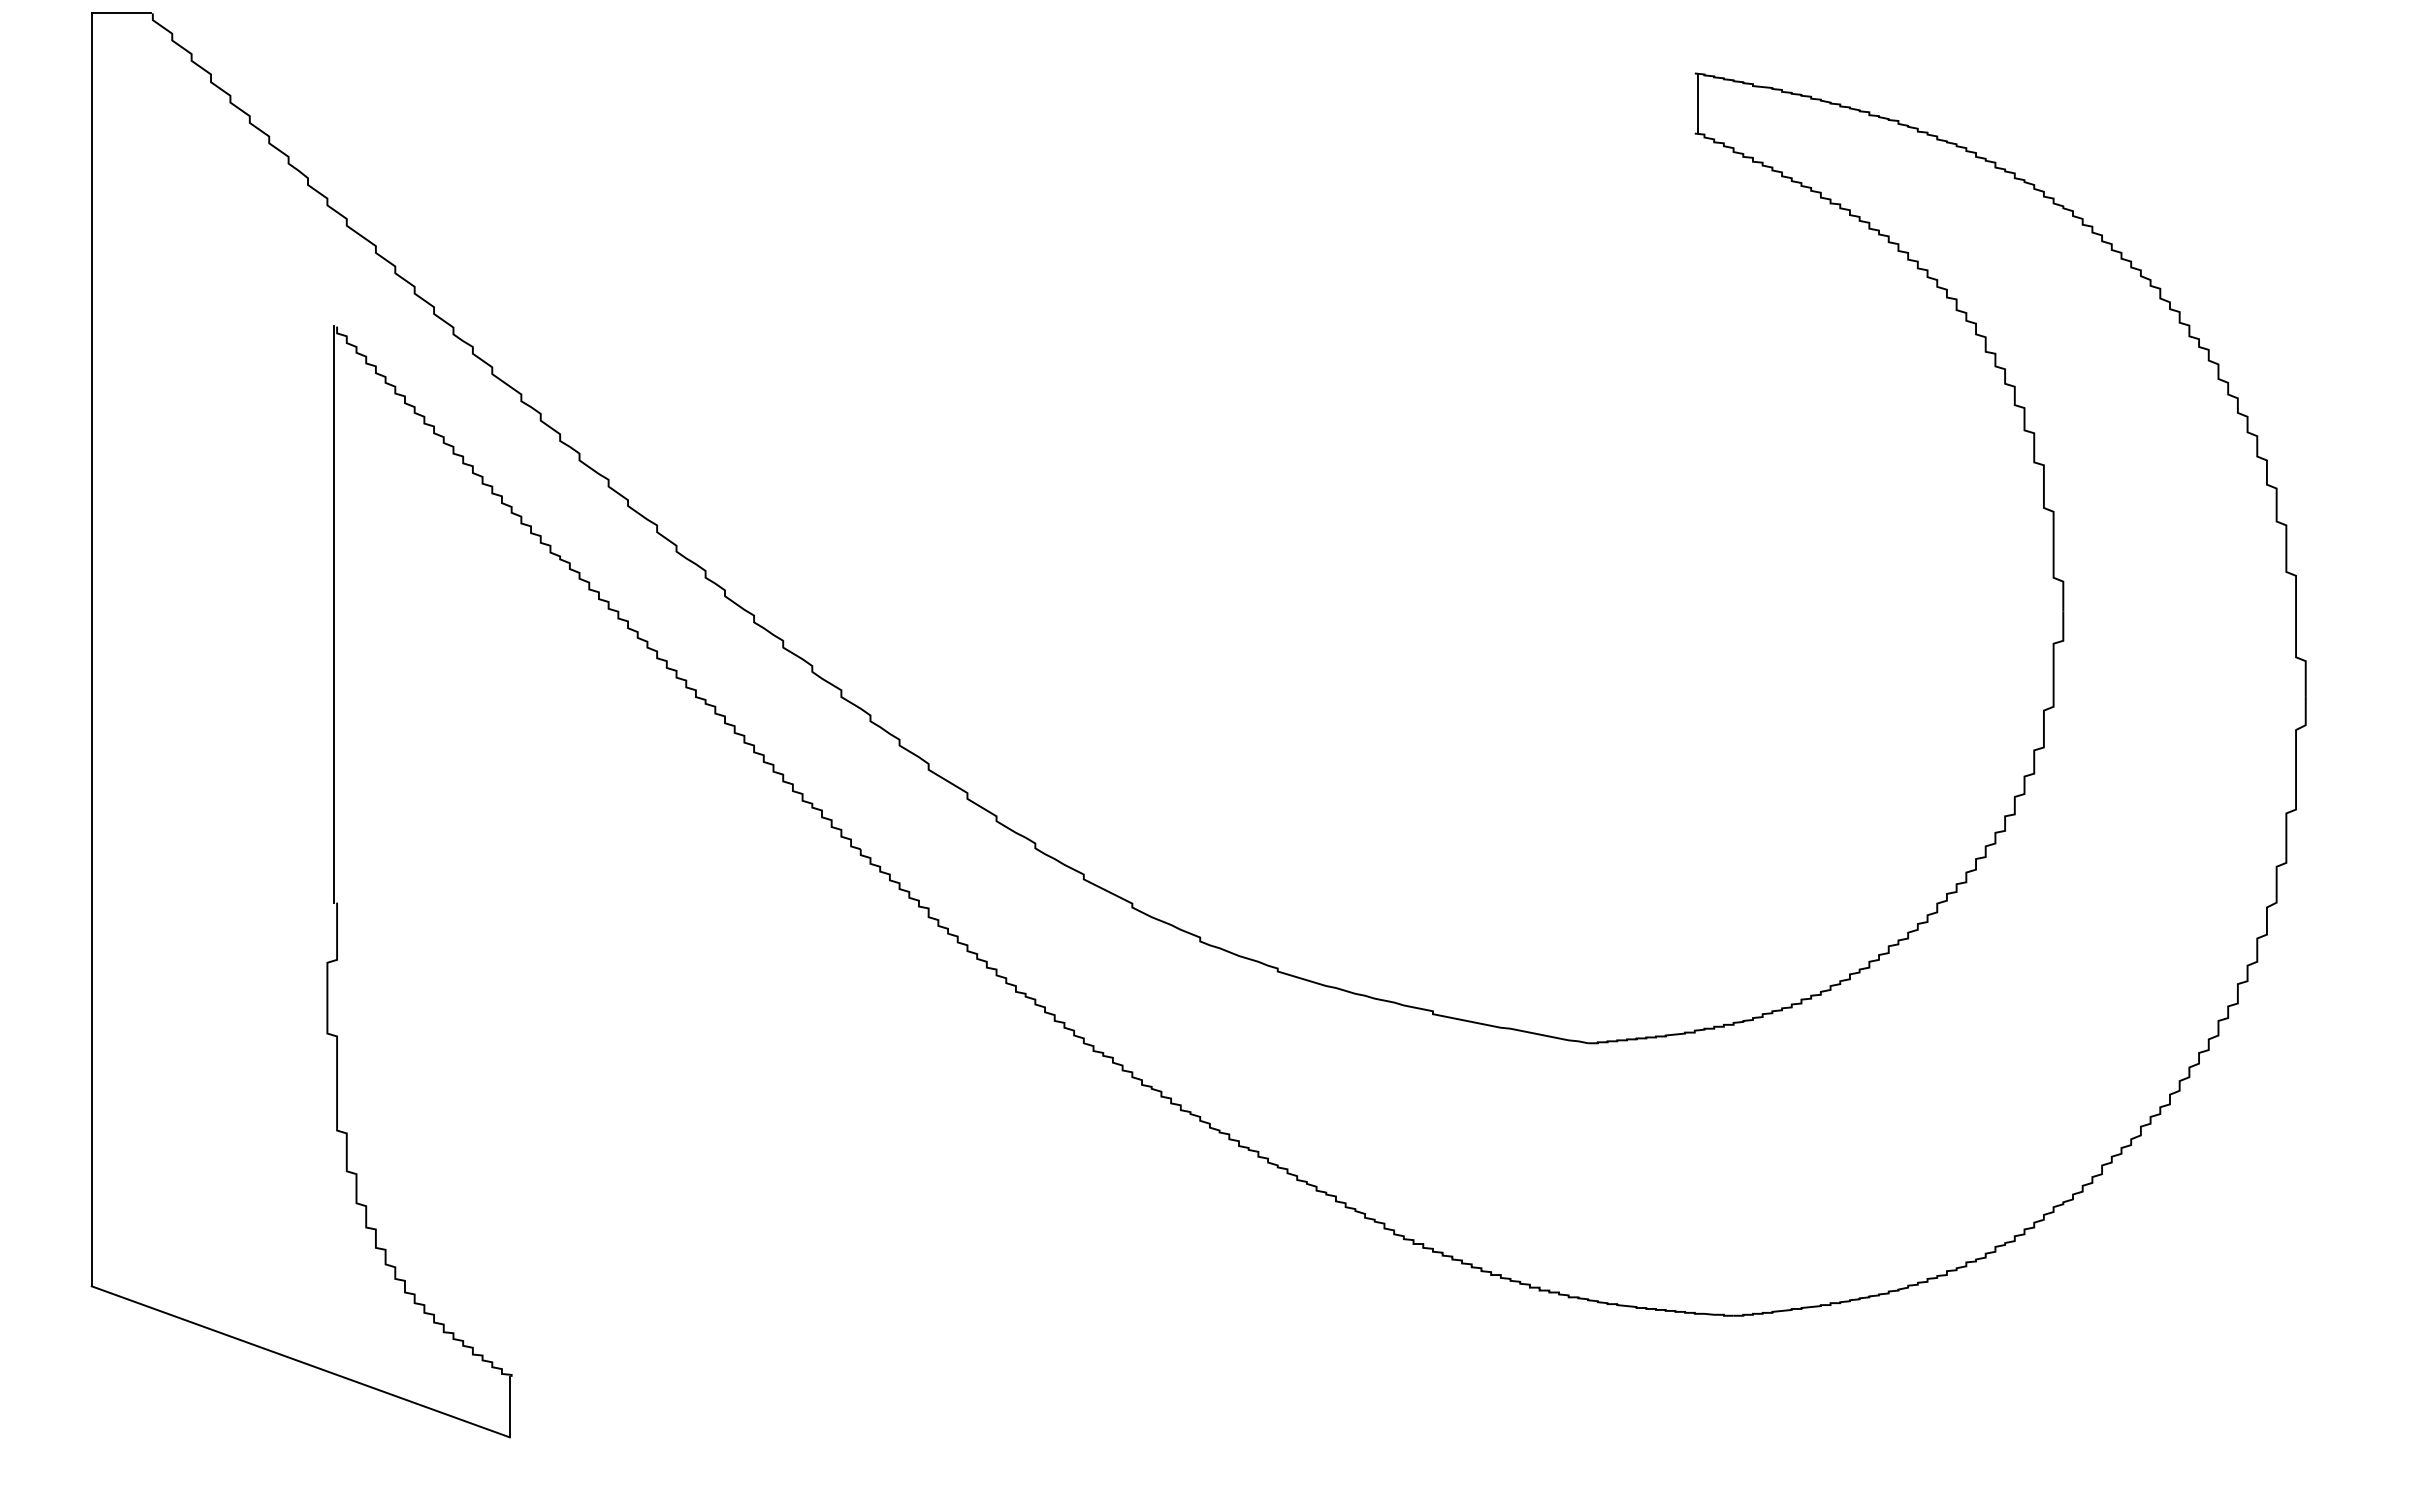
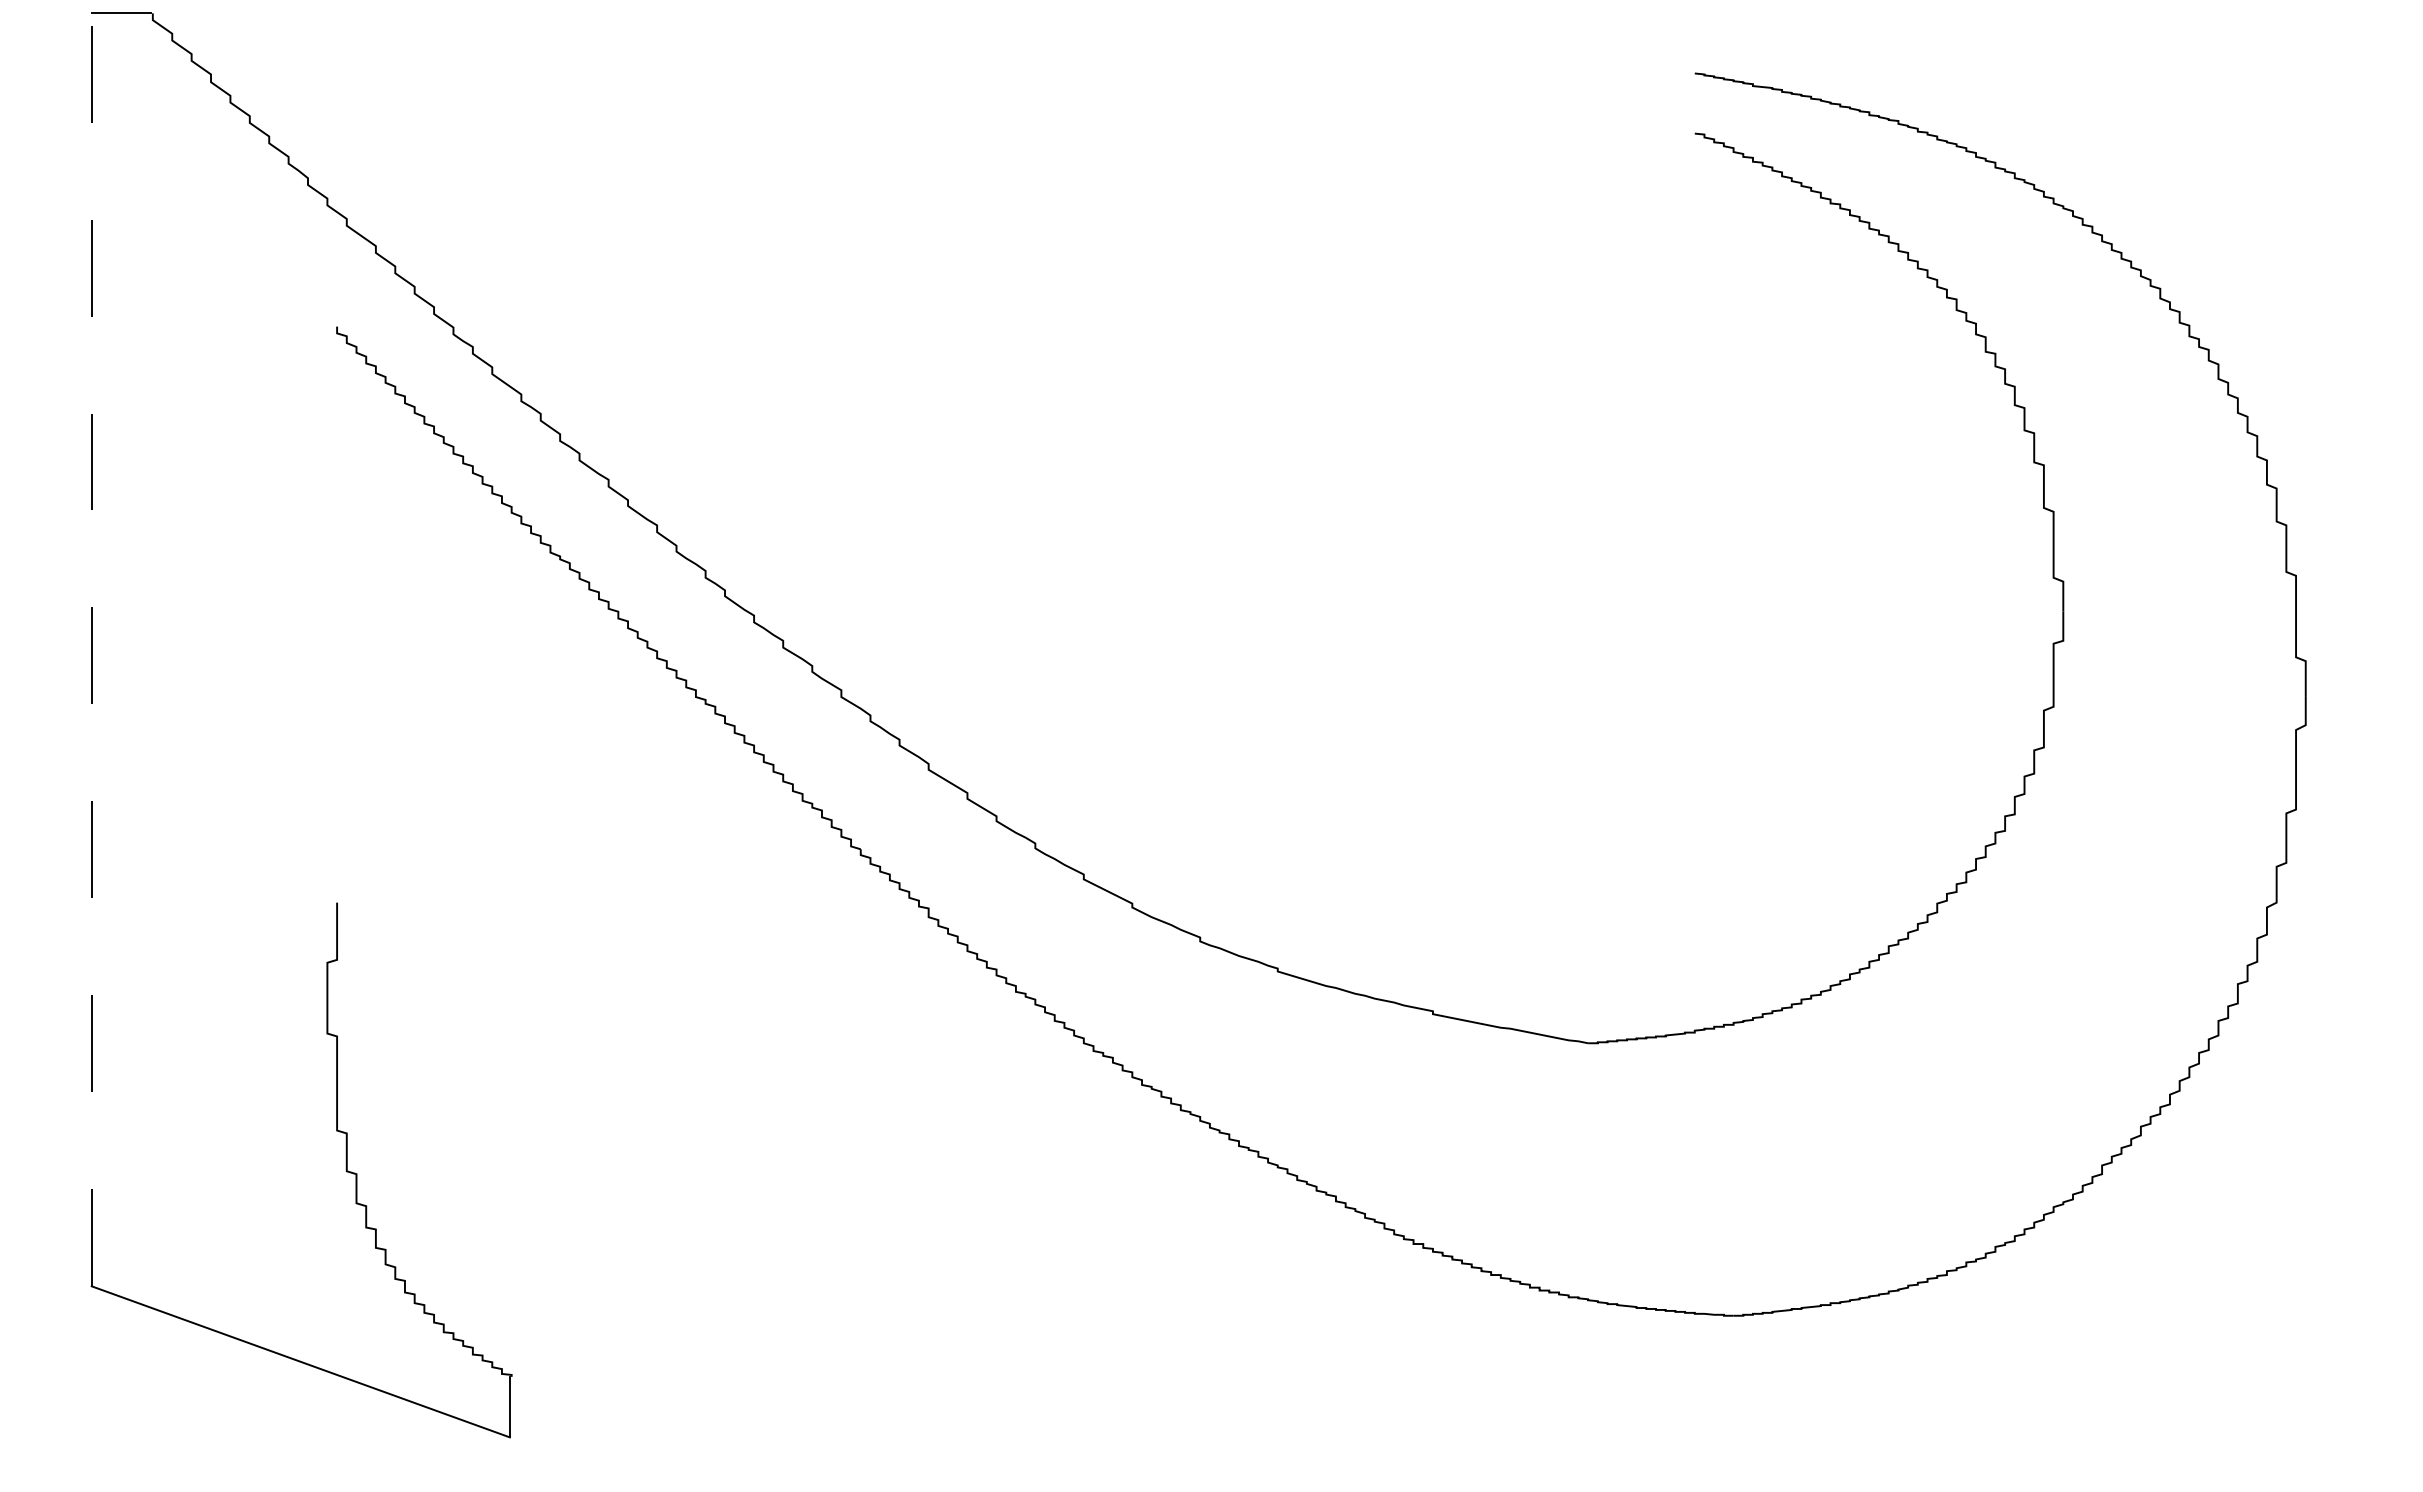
line at (1697, 103): present -> none
line at (334, 614): present -> none
line at (91, 649): solid -> dashed
